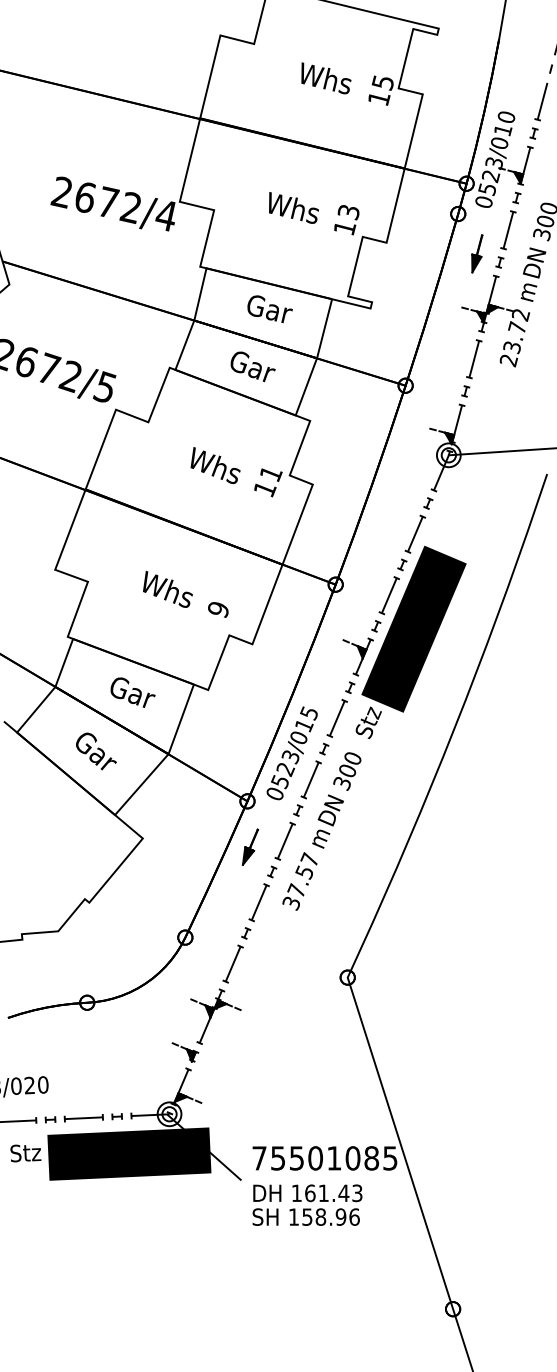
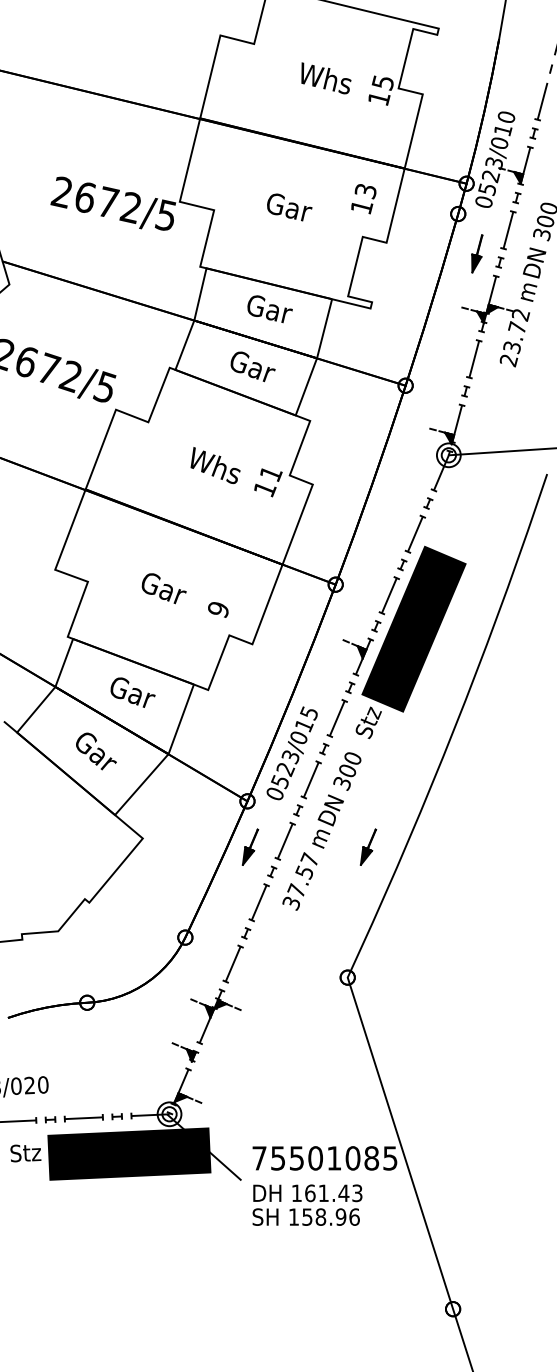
text at (292, 207): Whs -> Gar
text at (165, 215): 2672/4 -> 2672/5
text at (346, 220) position: (346, 220) -> (363, 199)
text at (166, 588): Whs -> Gar
part at (368, 846): none -> present
